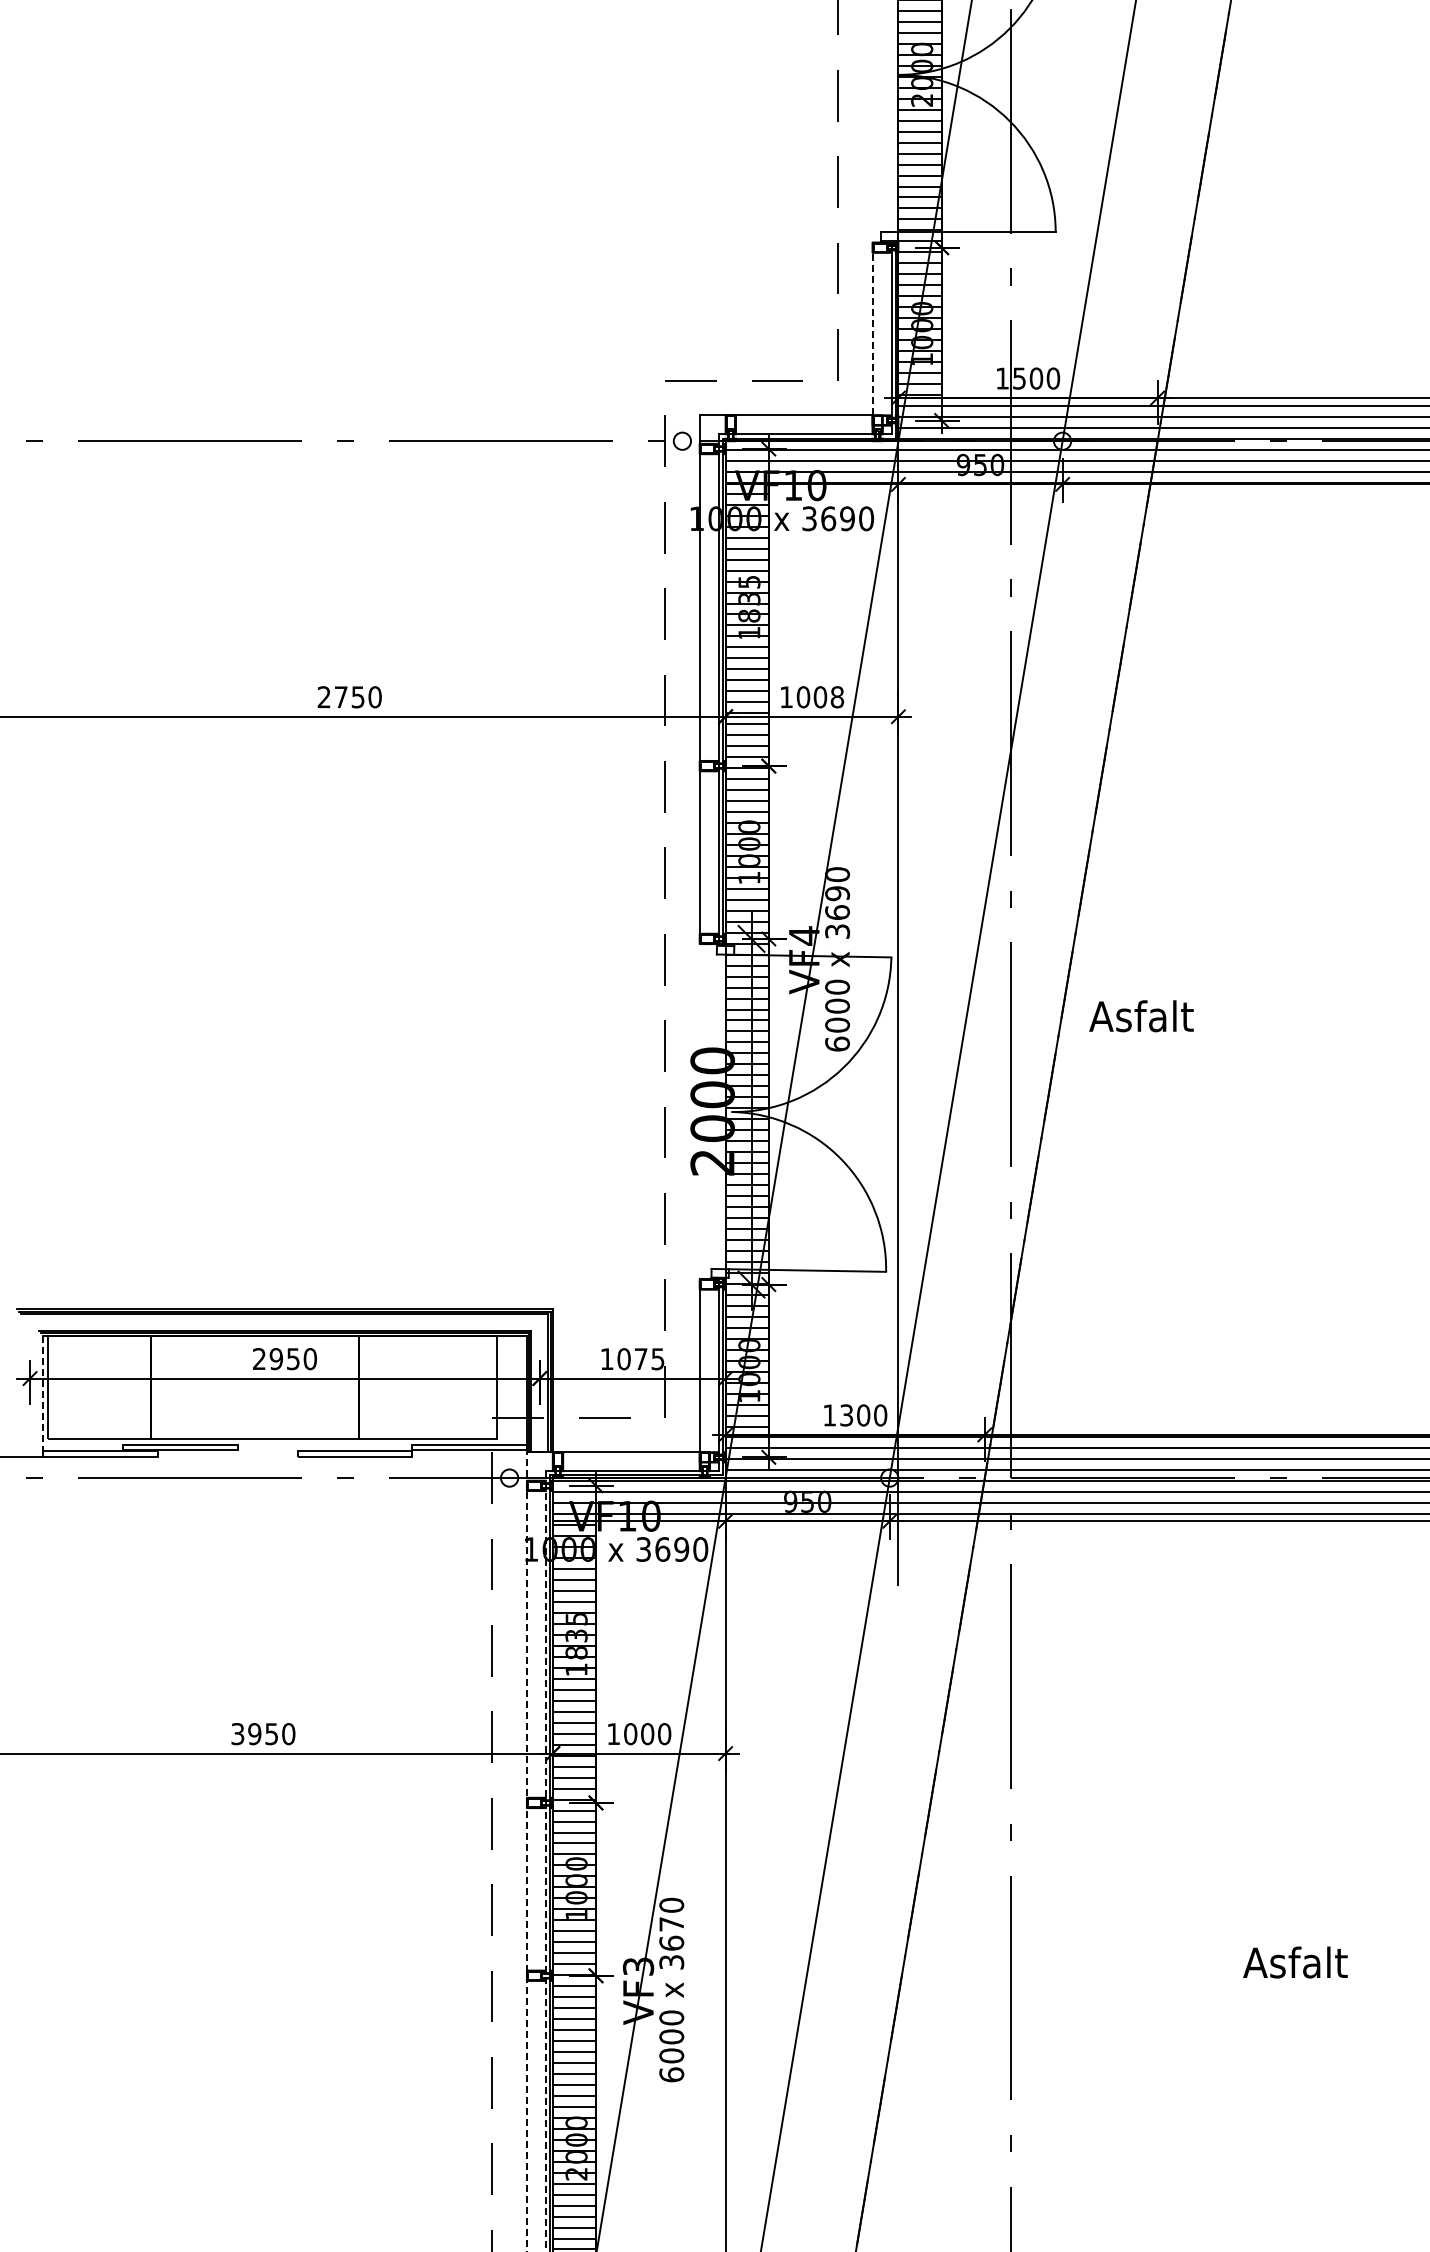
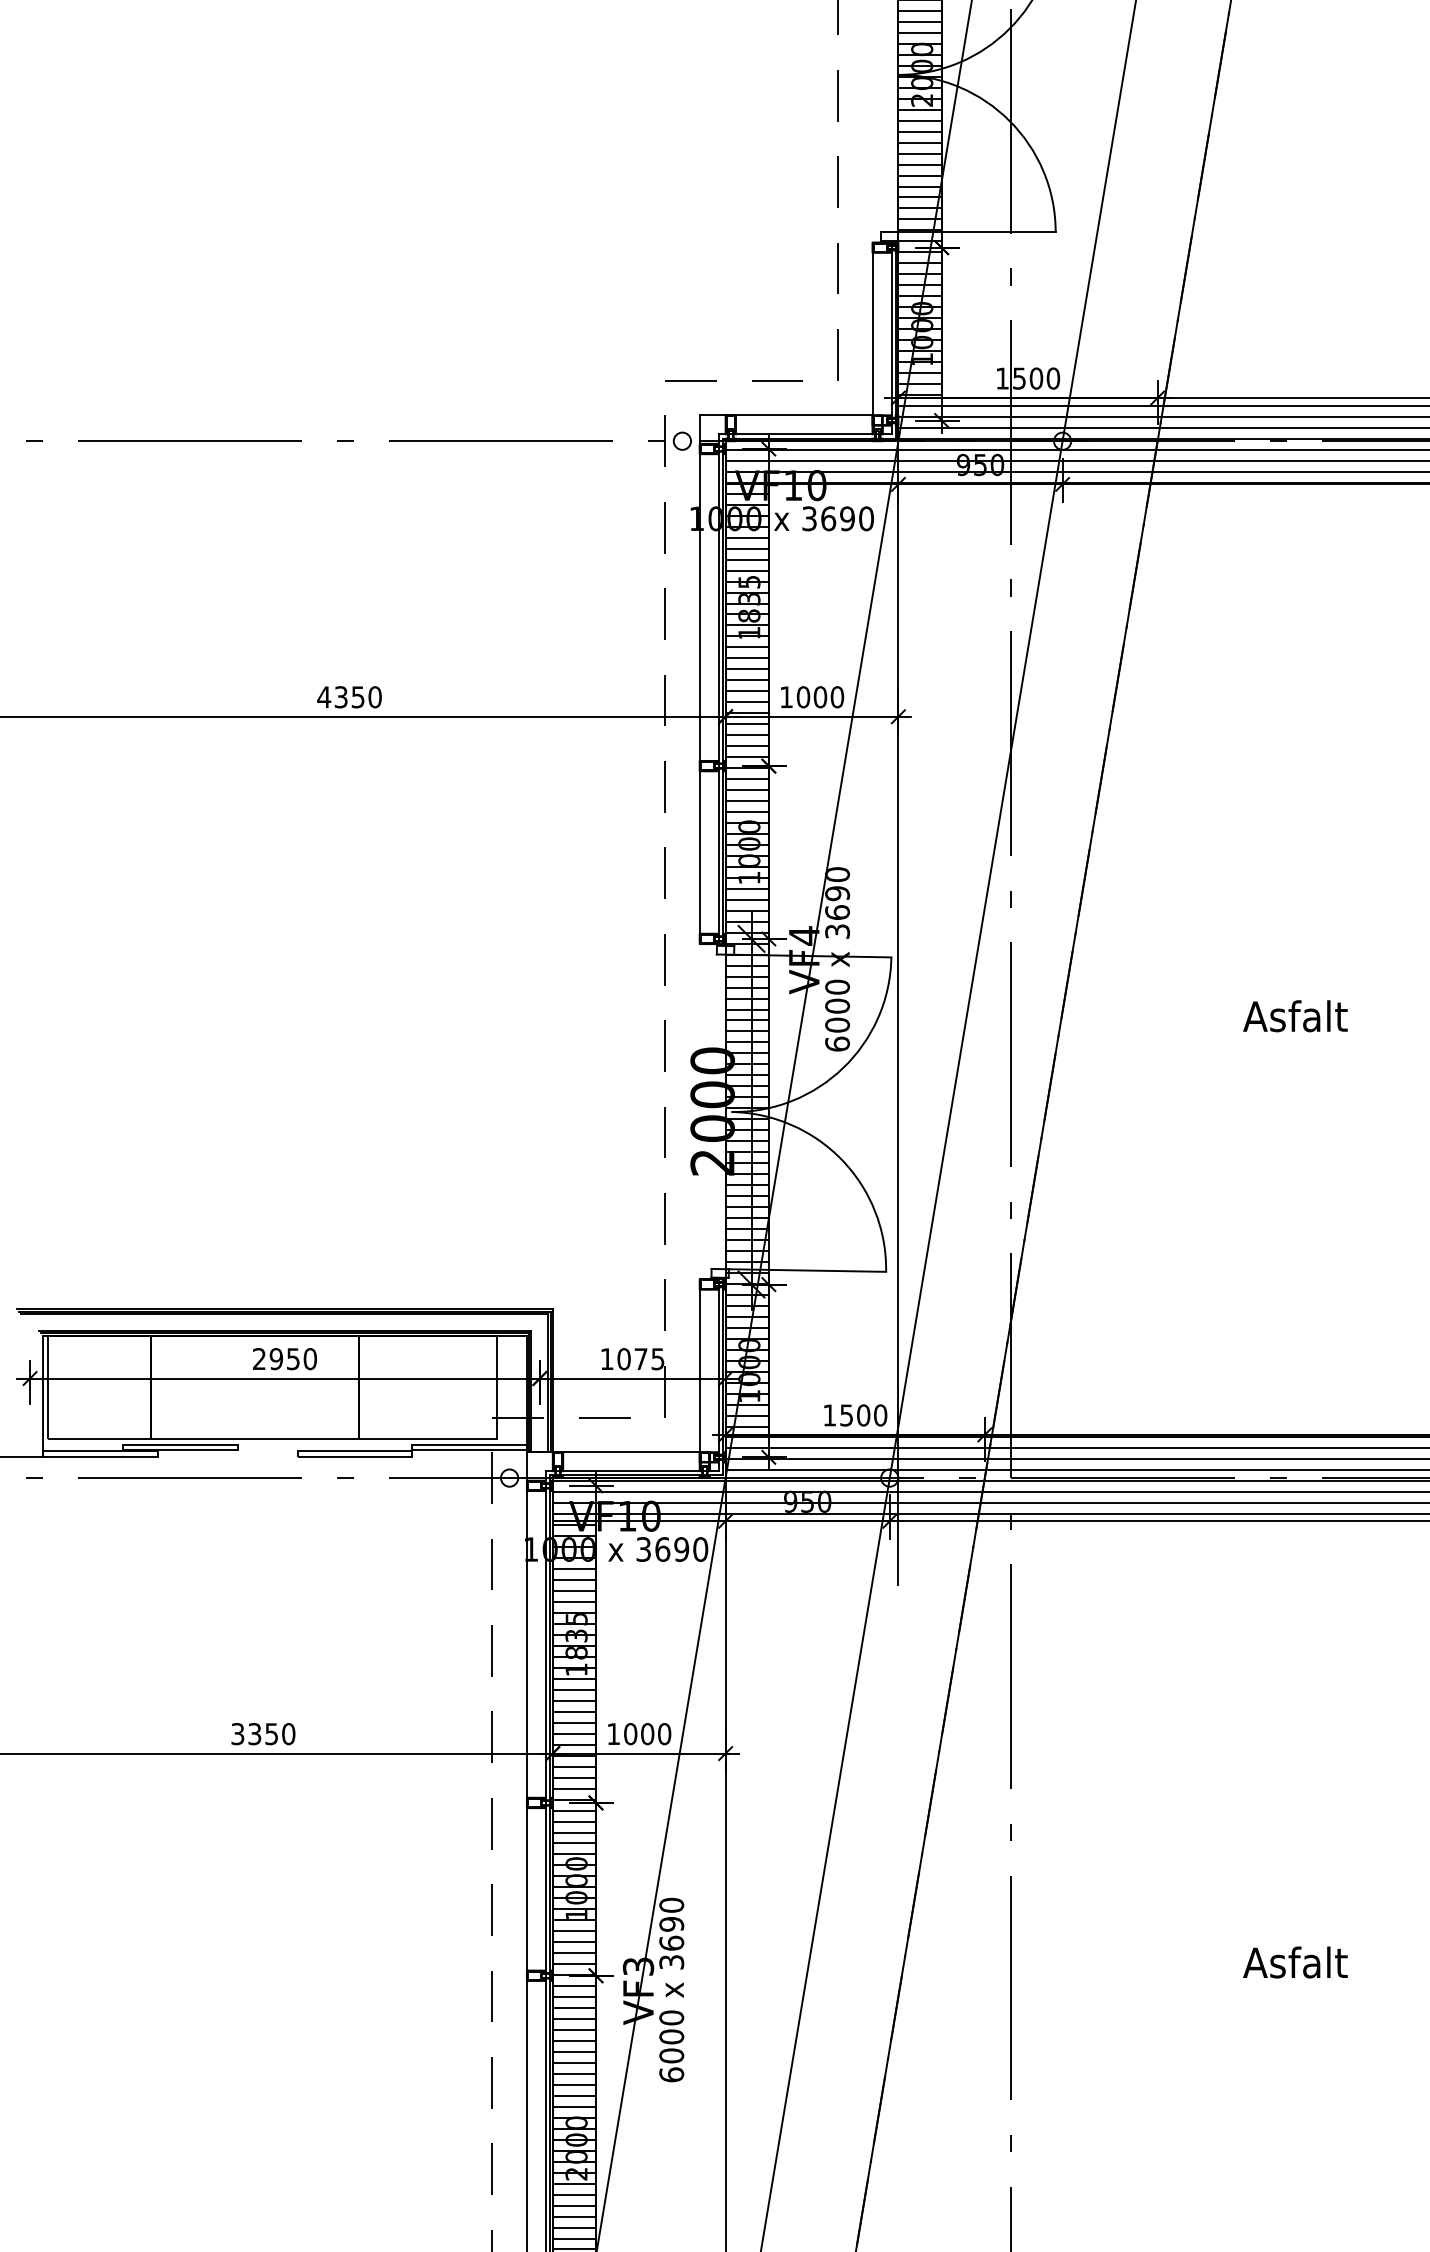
line at (872, 328): dashed -> solid
text at (332, 697): 2750 -> 4350
text at (837, 697): 1008 -> 1000
text at (1141, 1016) position: (1141, 1016) -> (1295, 1016)
line at (43, 1396): dashed -> solid
text at (846, 1414): 1300 -> 1500
text at (254, 1734): 3950 -> 3350
line at (526, 1851): dashed -> solid
line at (545, 1861): dashed -> solid
text at (671, 1924): 3670 -> 3690
